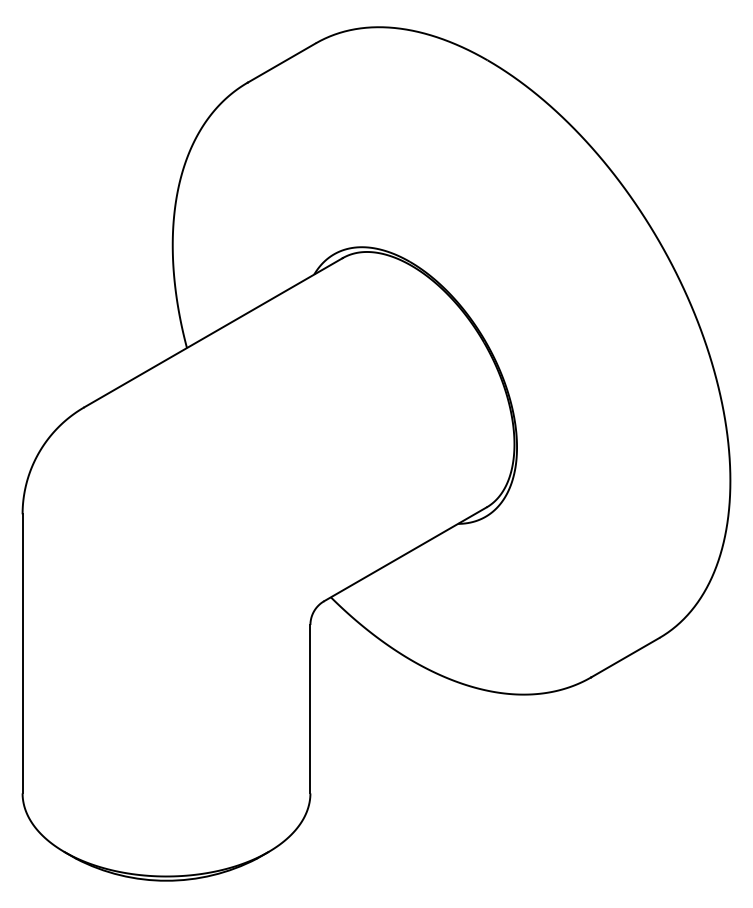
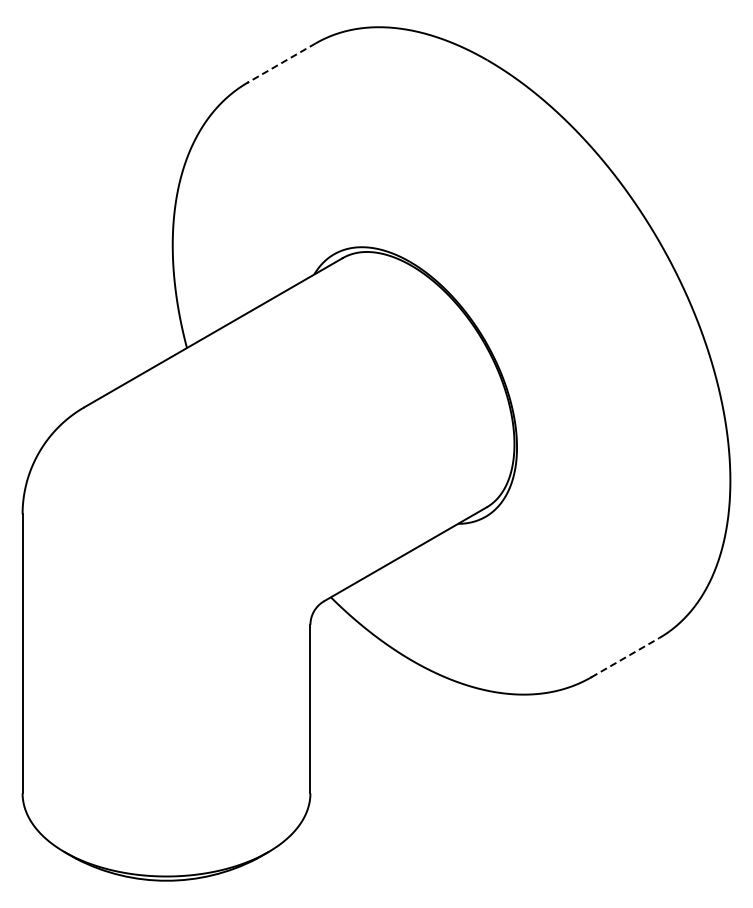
line at (281, 63): solid -> dashed
line at (625, 657): solid -> dashed
